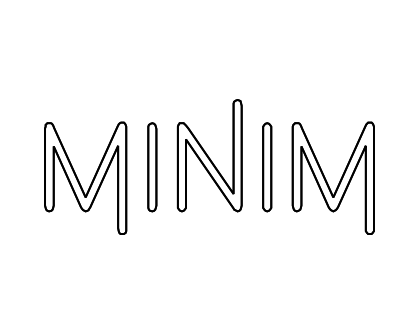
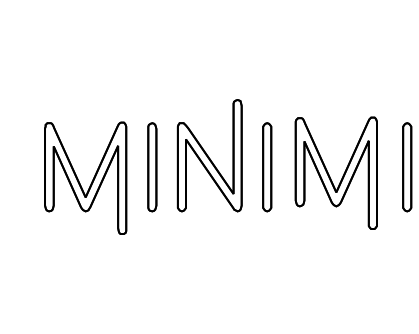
part at (407, 167): none -> present
part at (326, 179) position: (326, 179) -> (329, 174)
